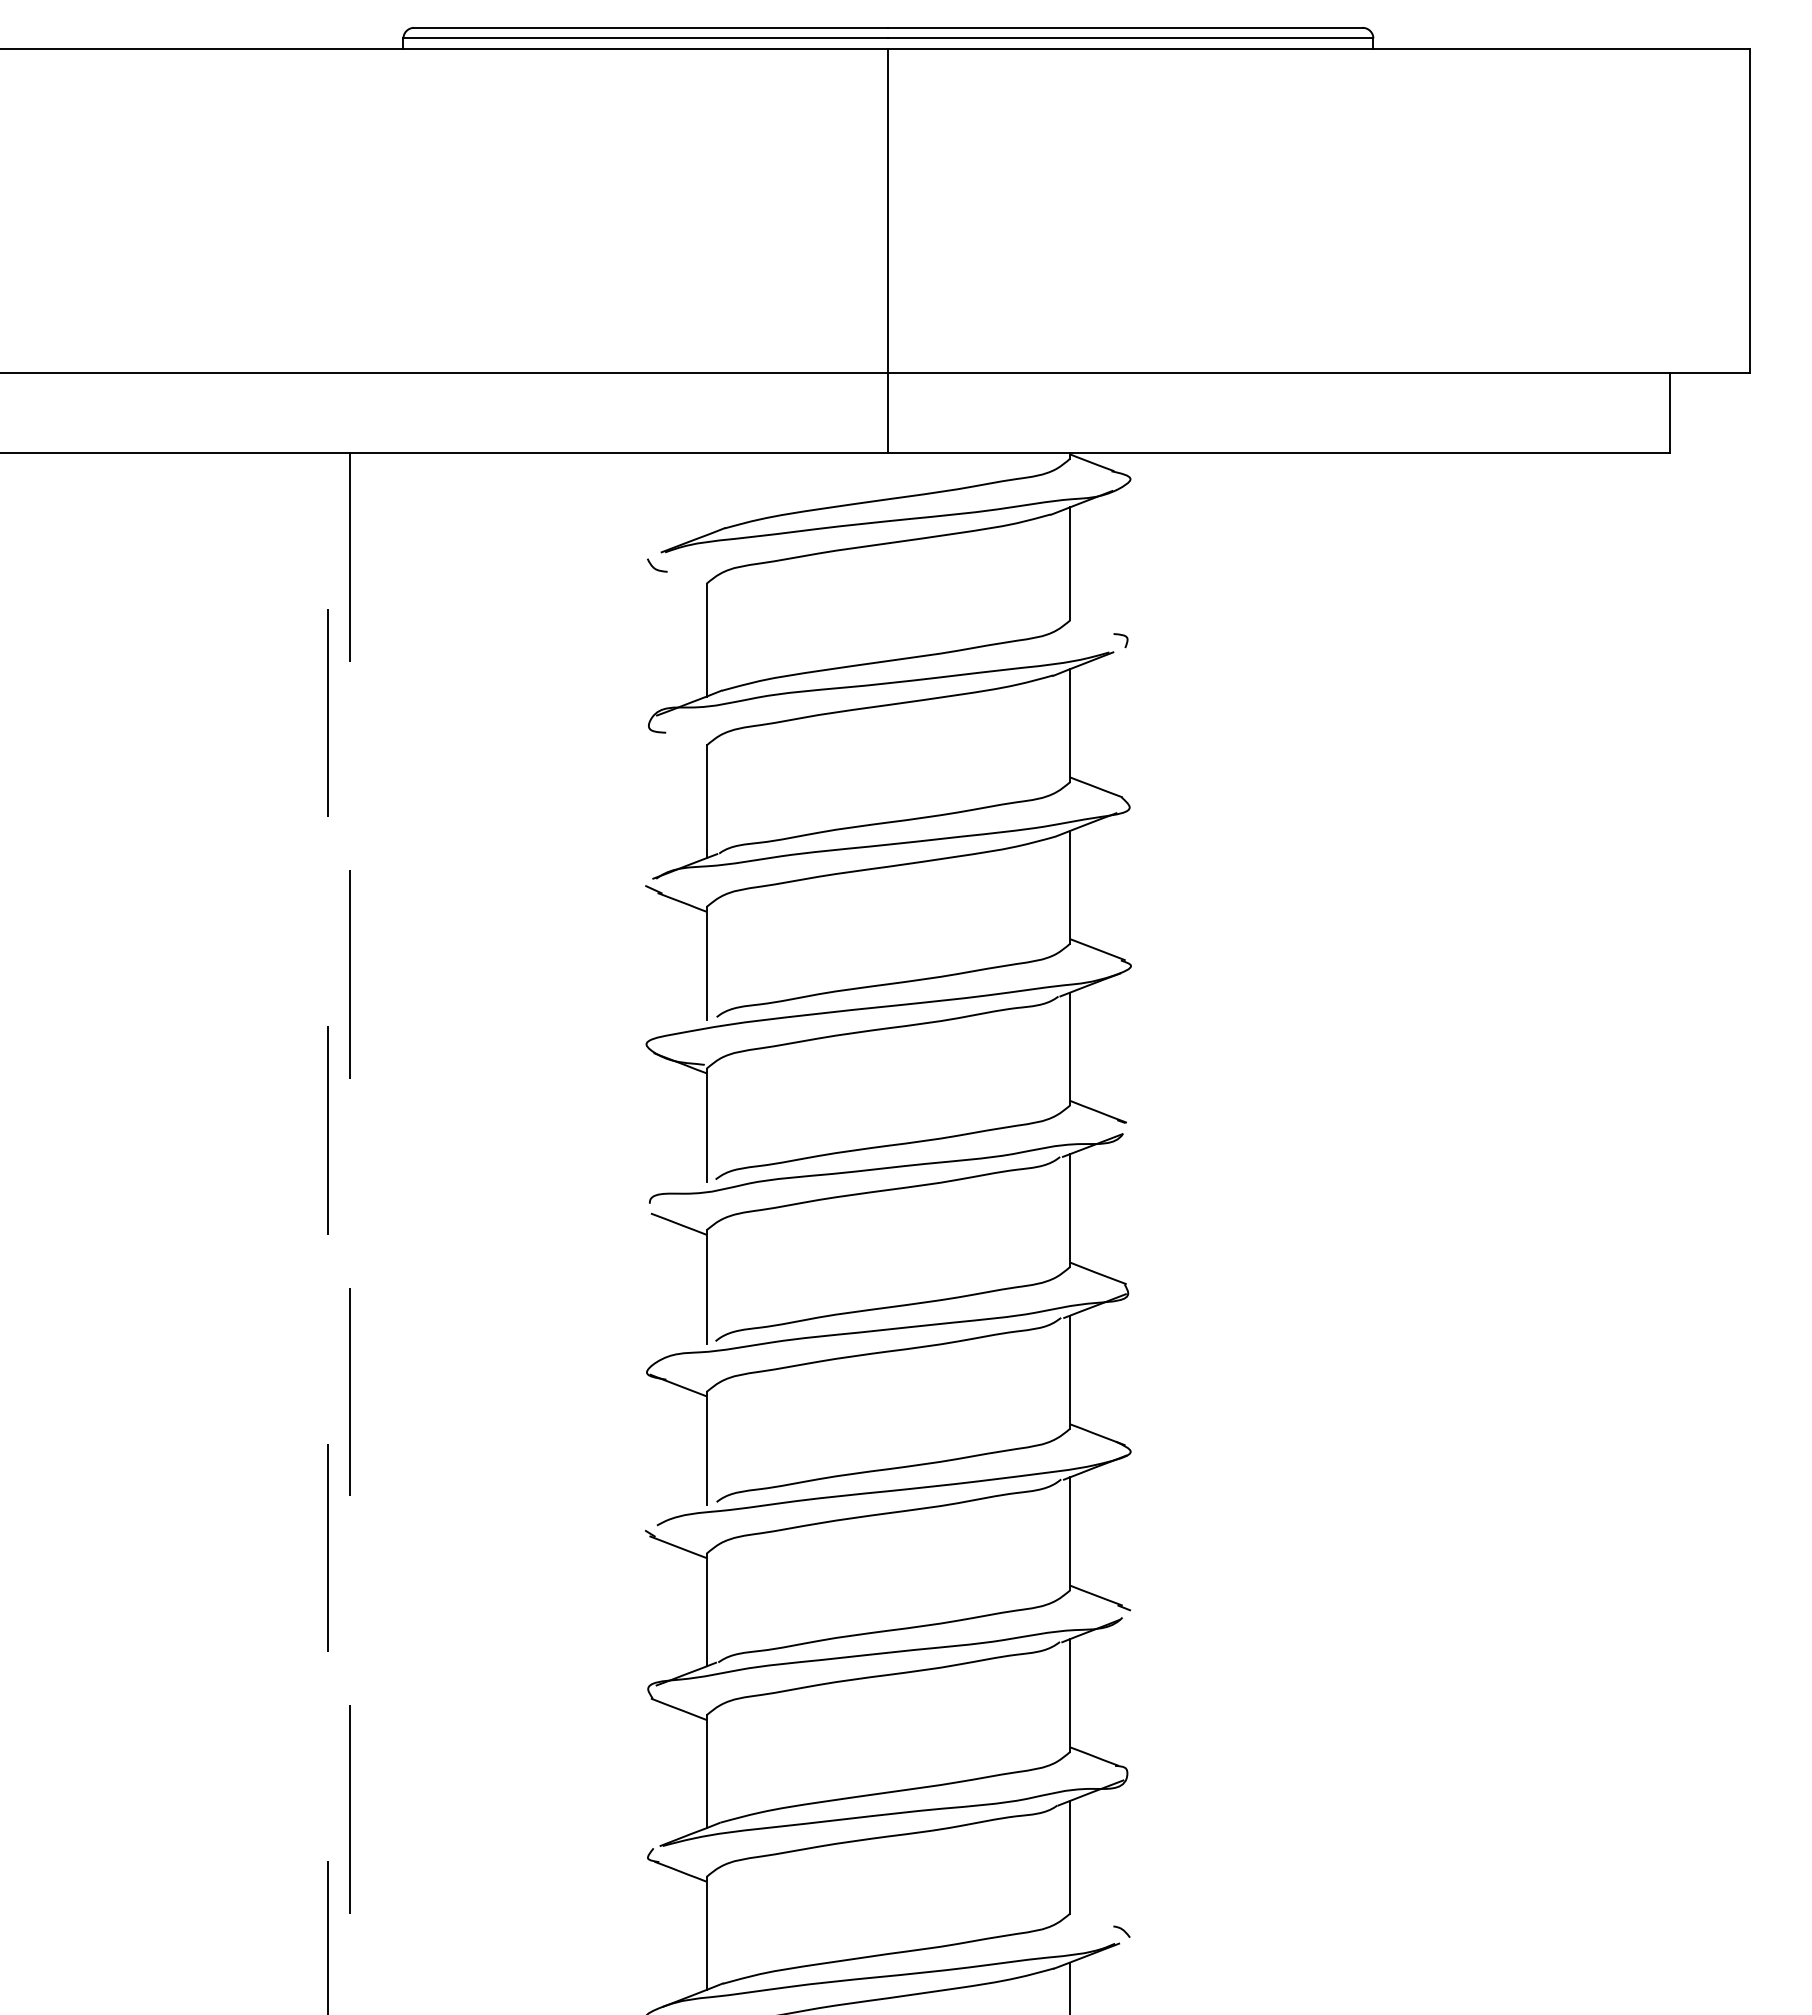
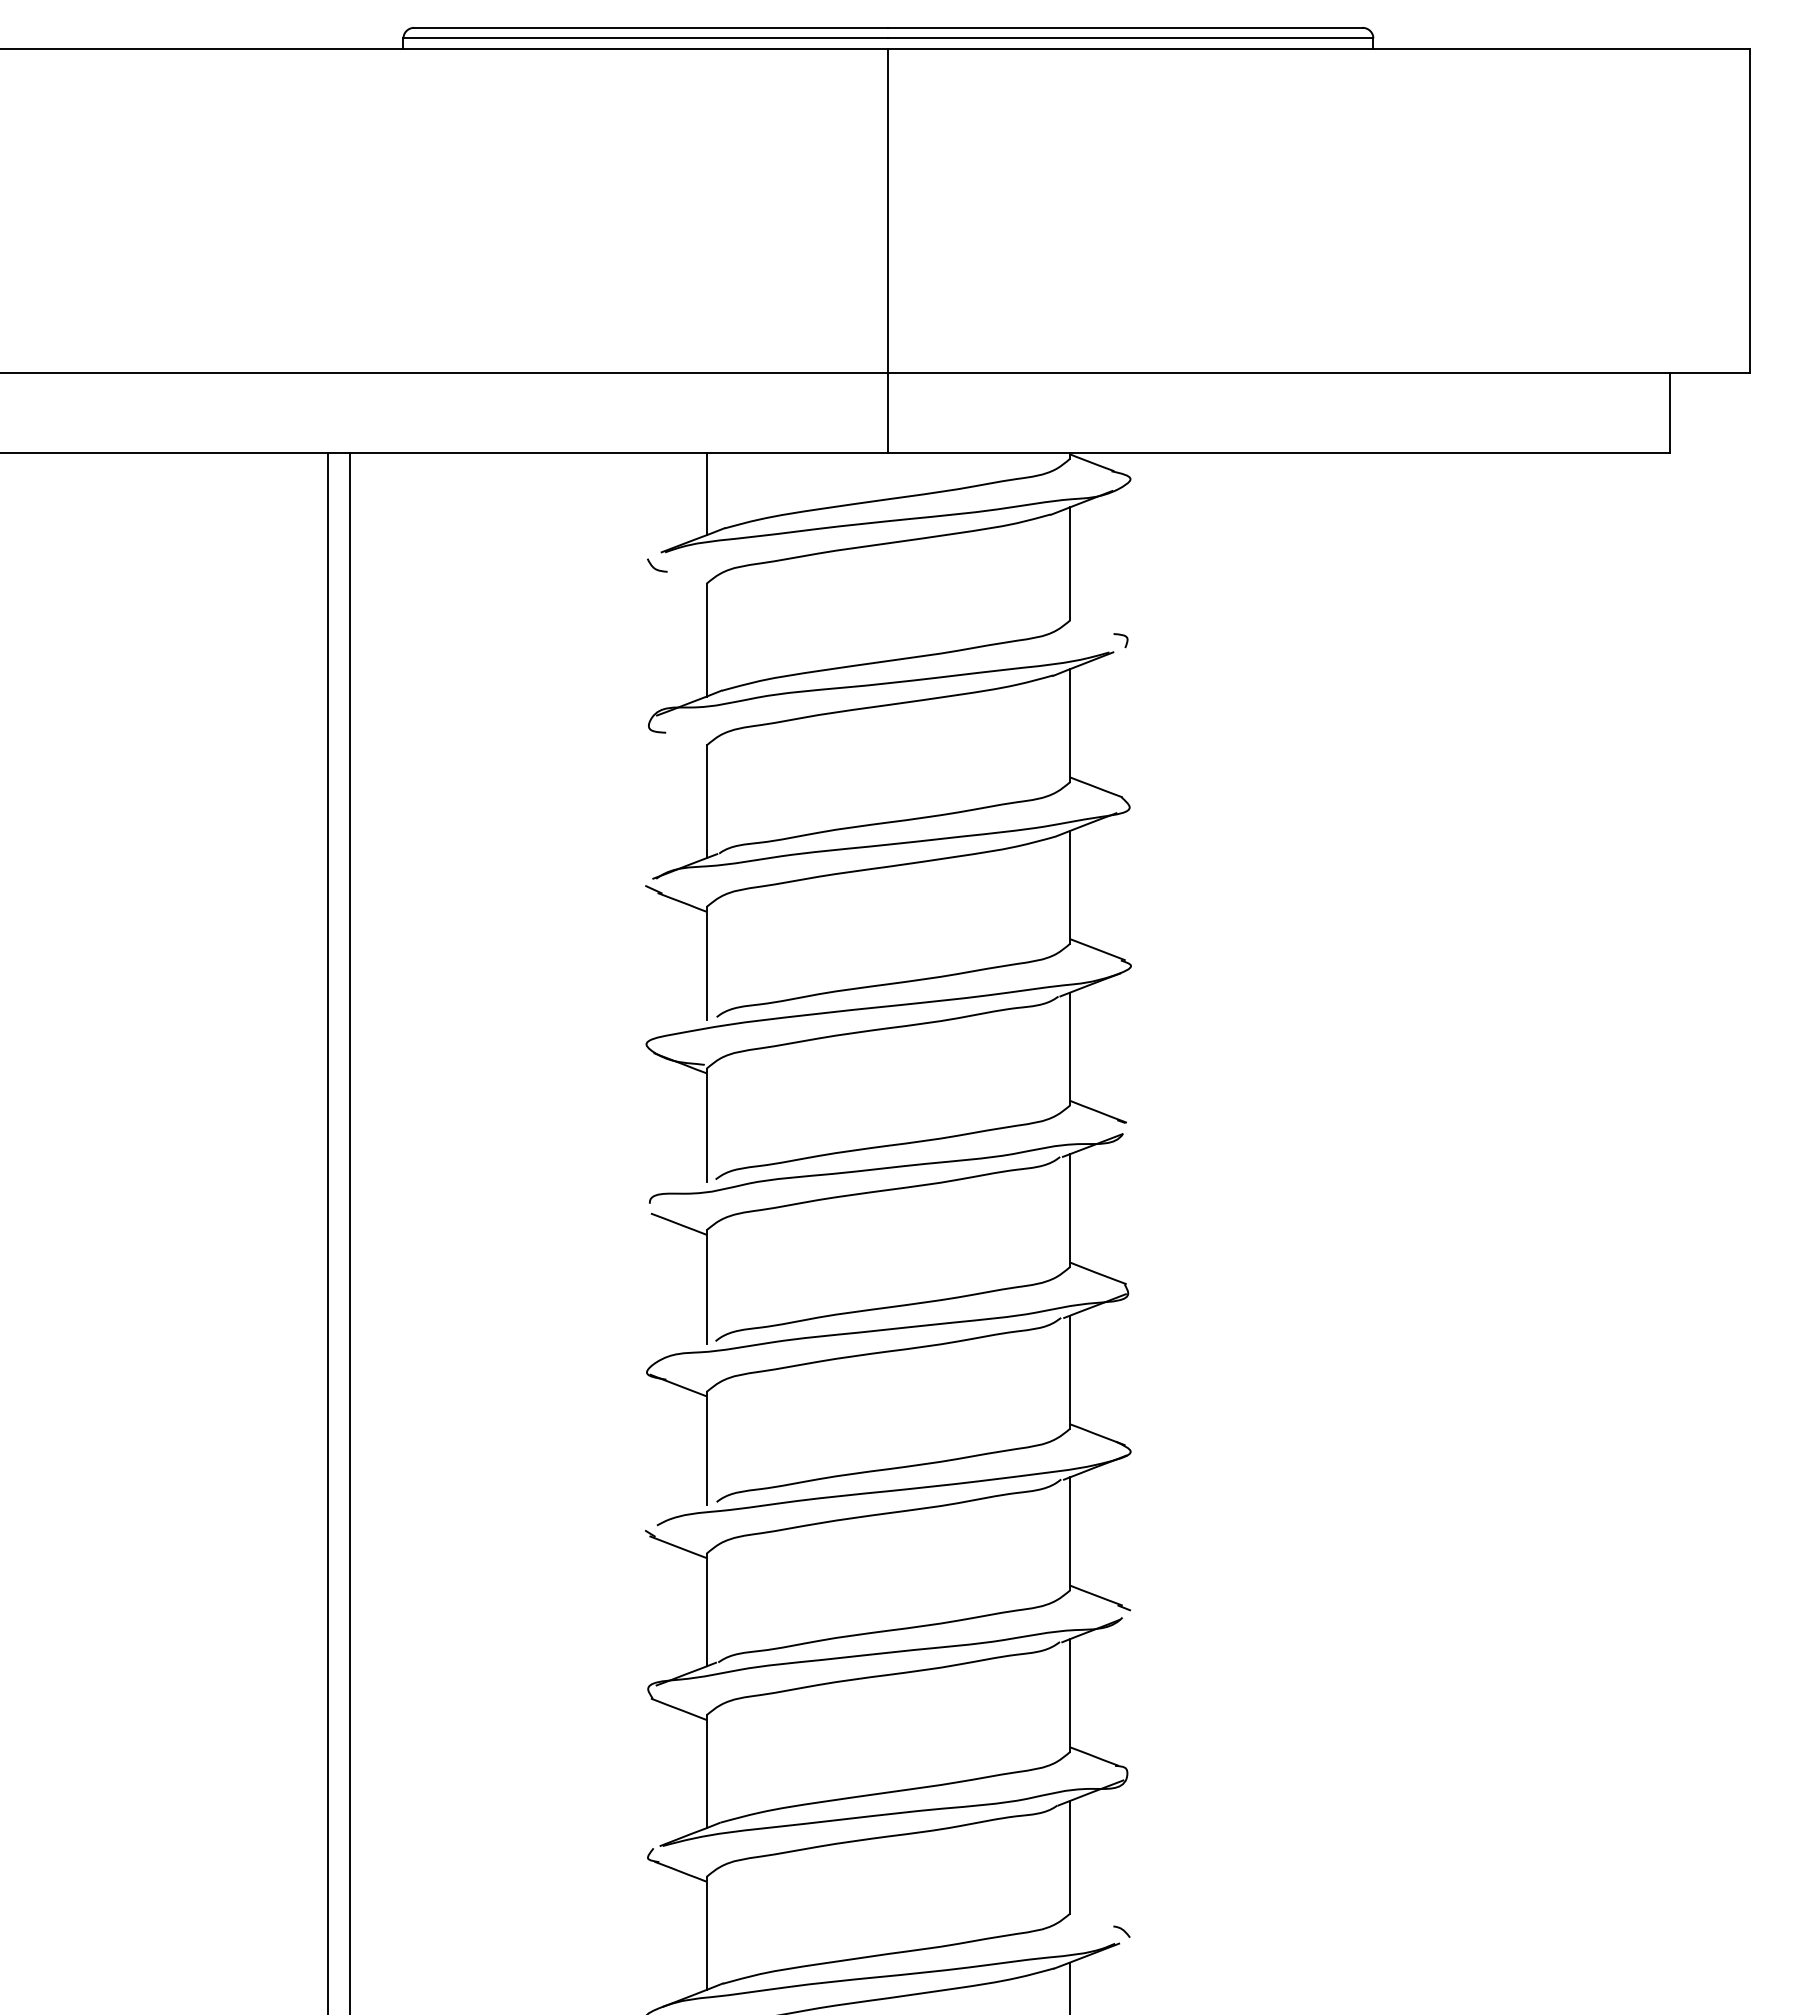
line at (706, 493): none -> present
line at (328, 1233): dashed -> solid
line at (349, 1233): dashed -> solid
